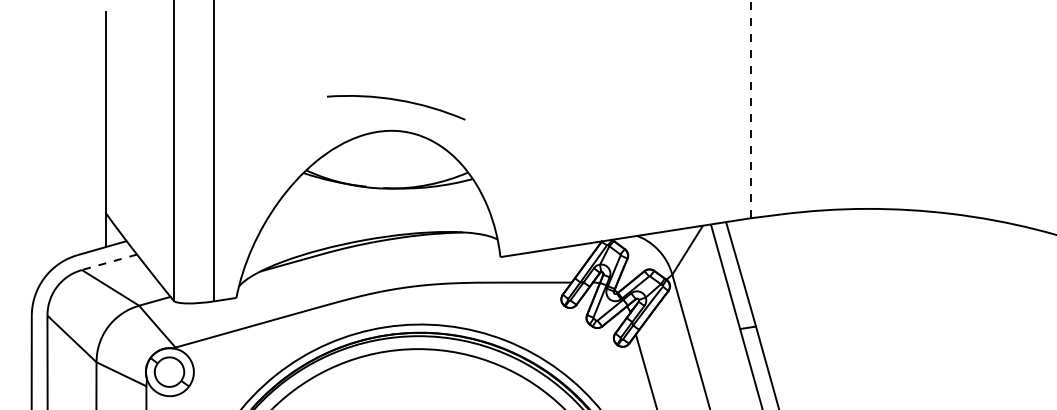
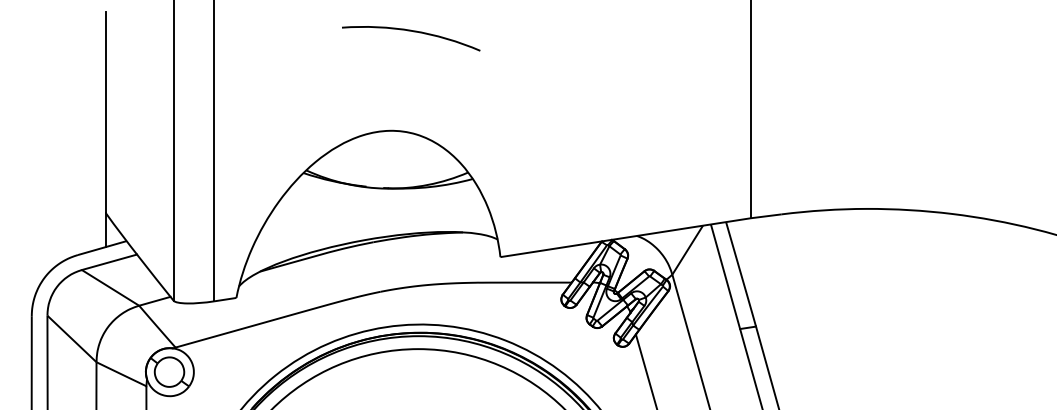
arc at (398, 101) position: (398, 101) -> (413, 32)
line at (750, 109): dashed -> solid
line at (109, 262): dashed -> solid
